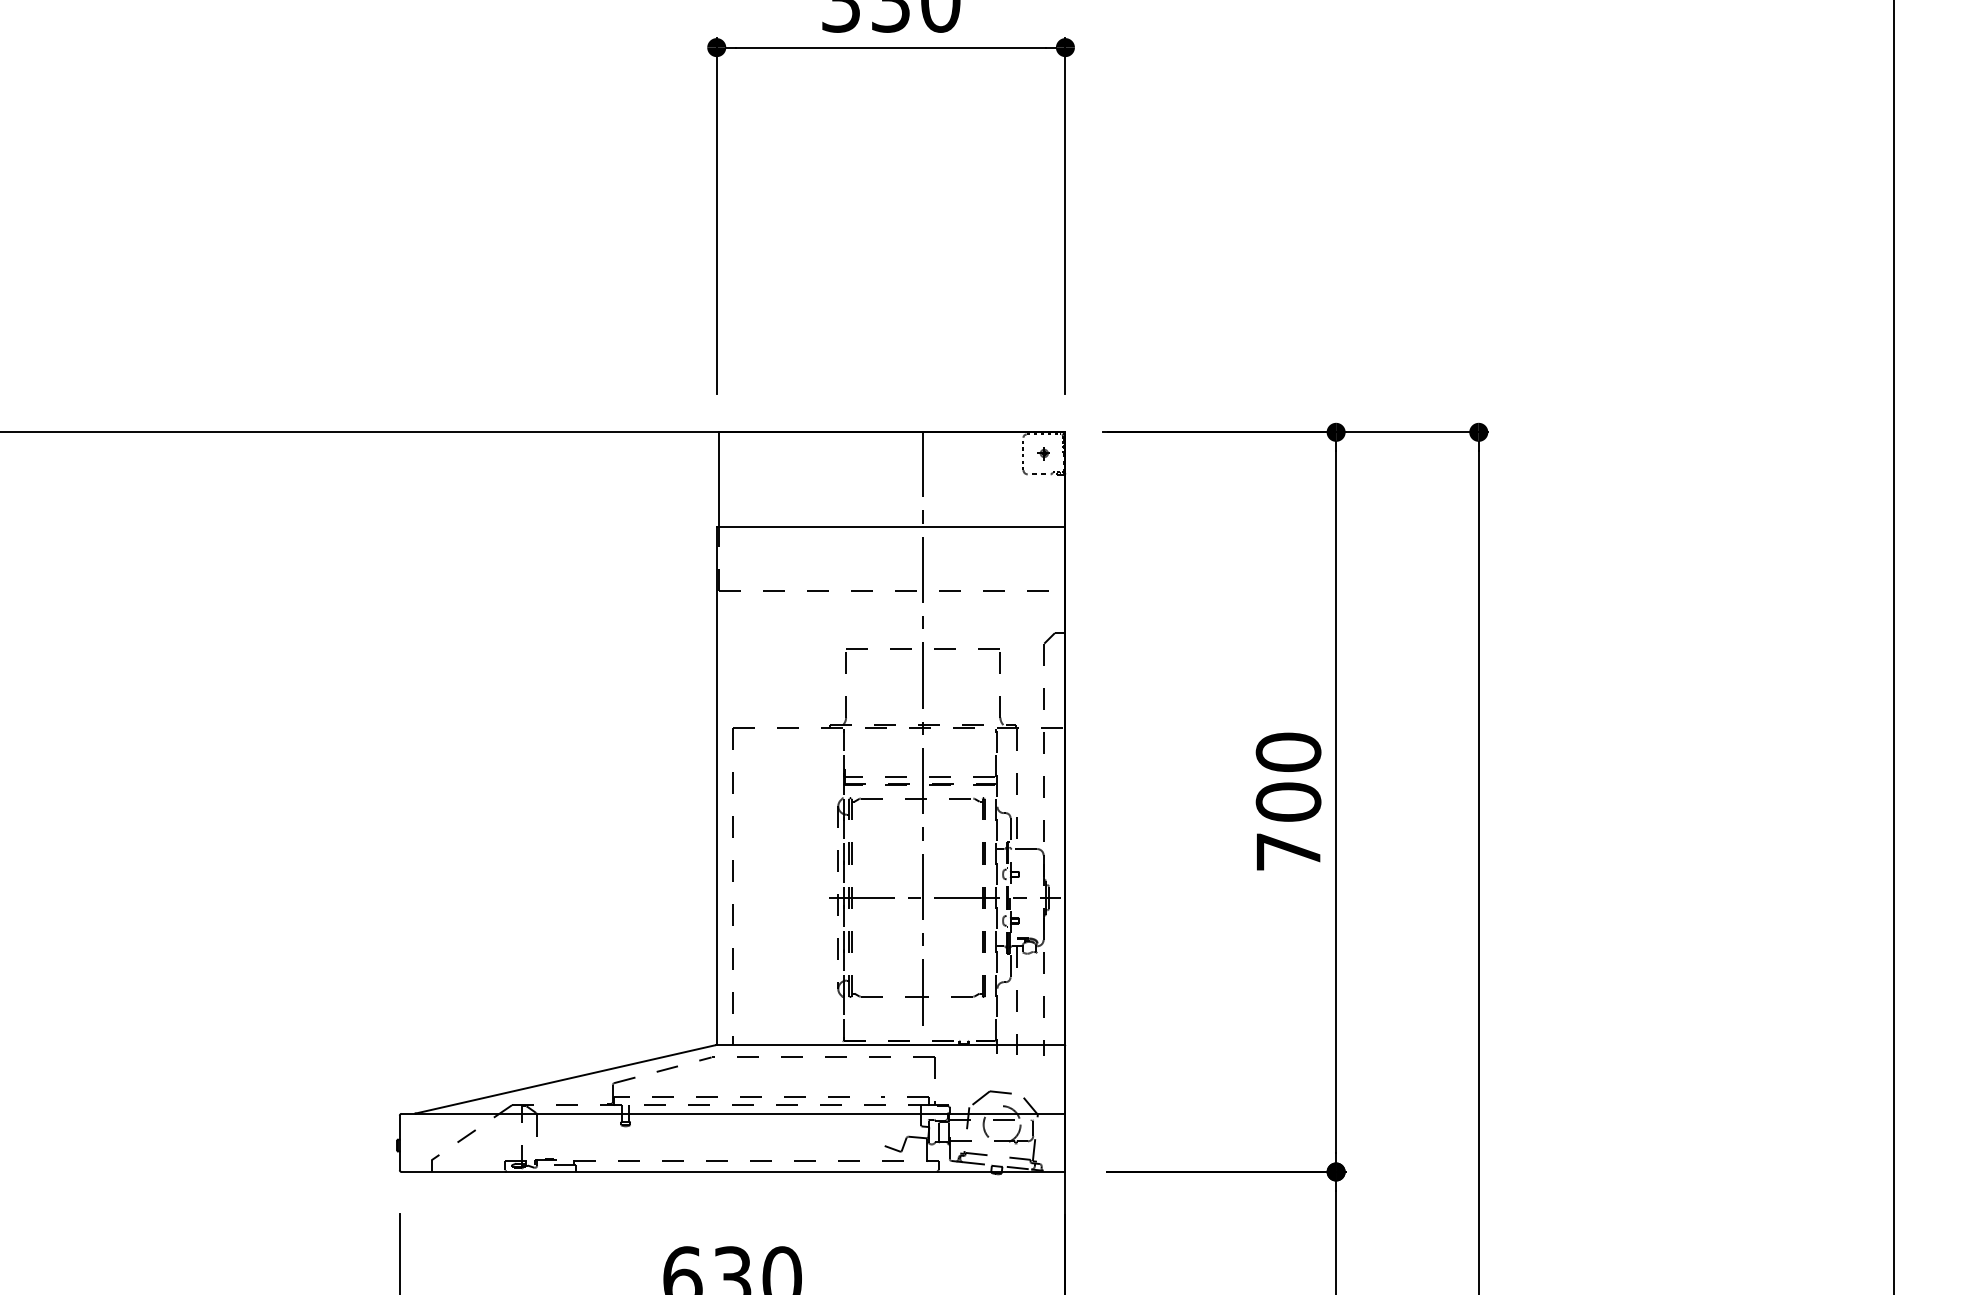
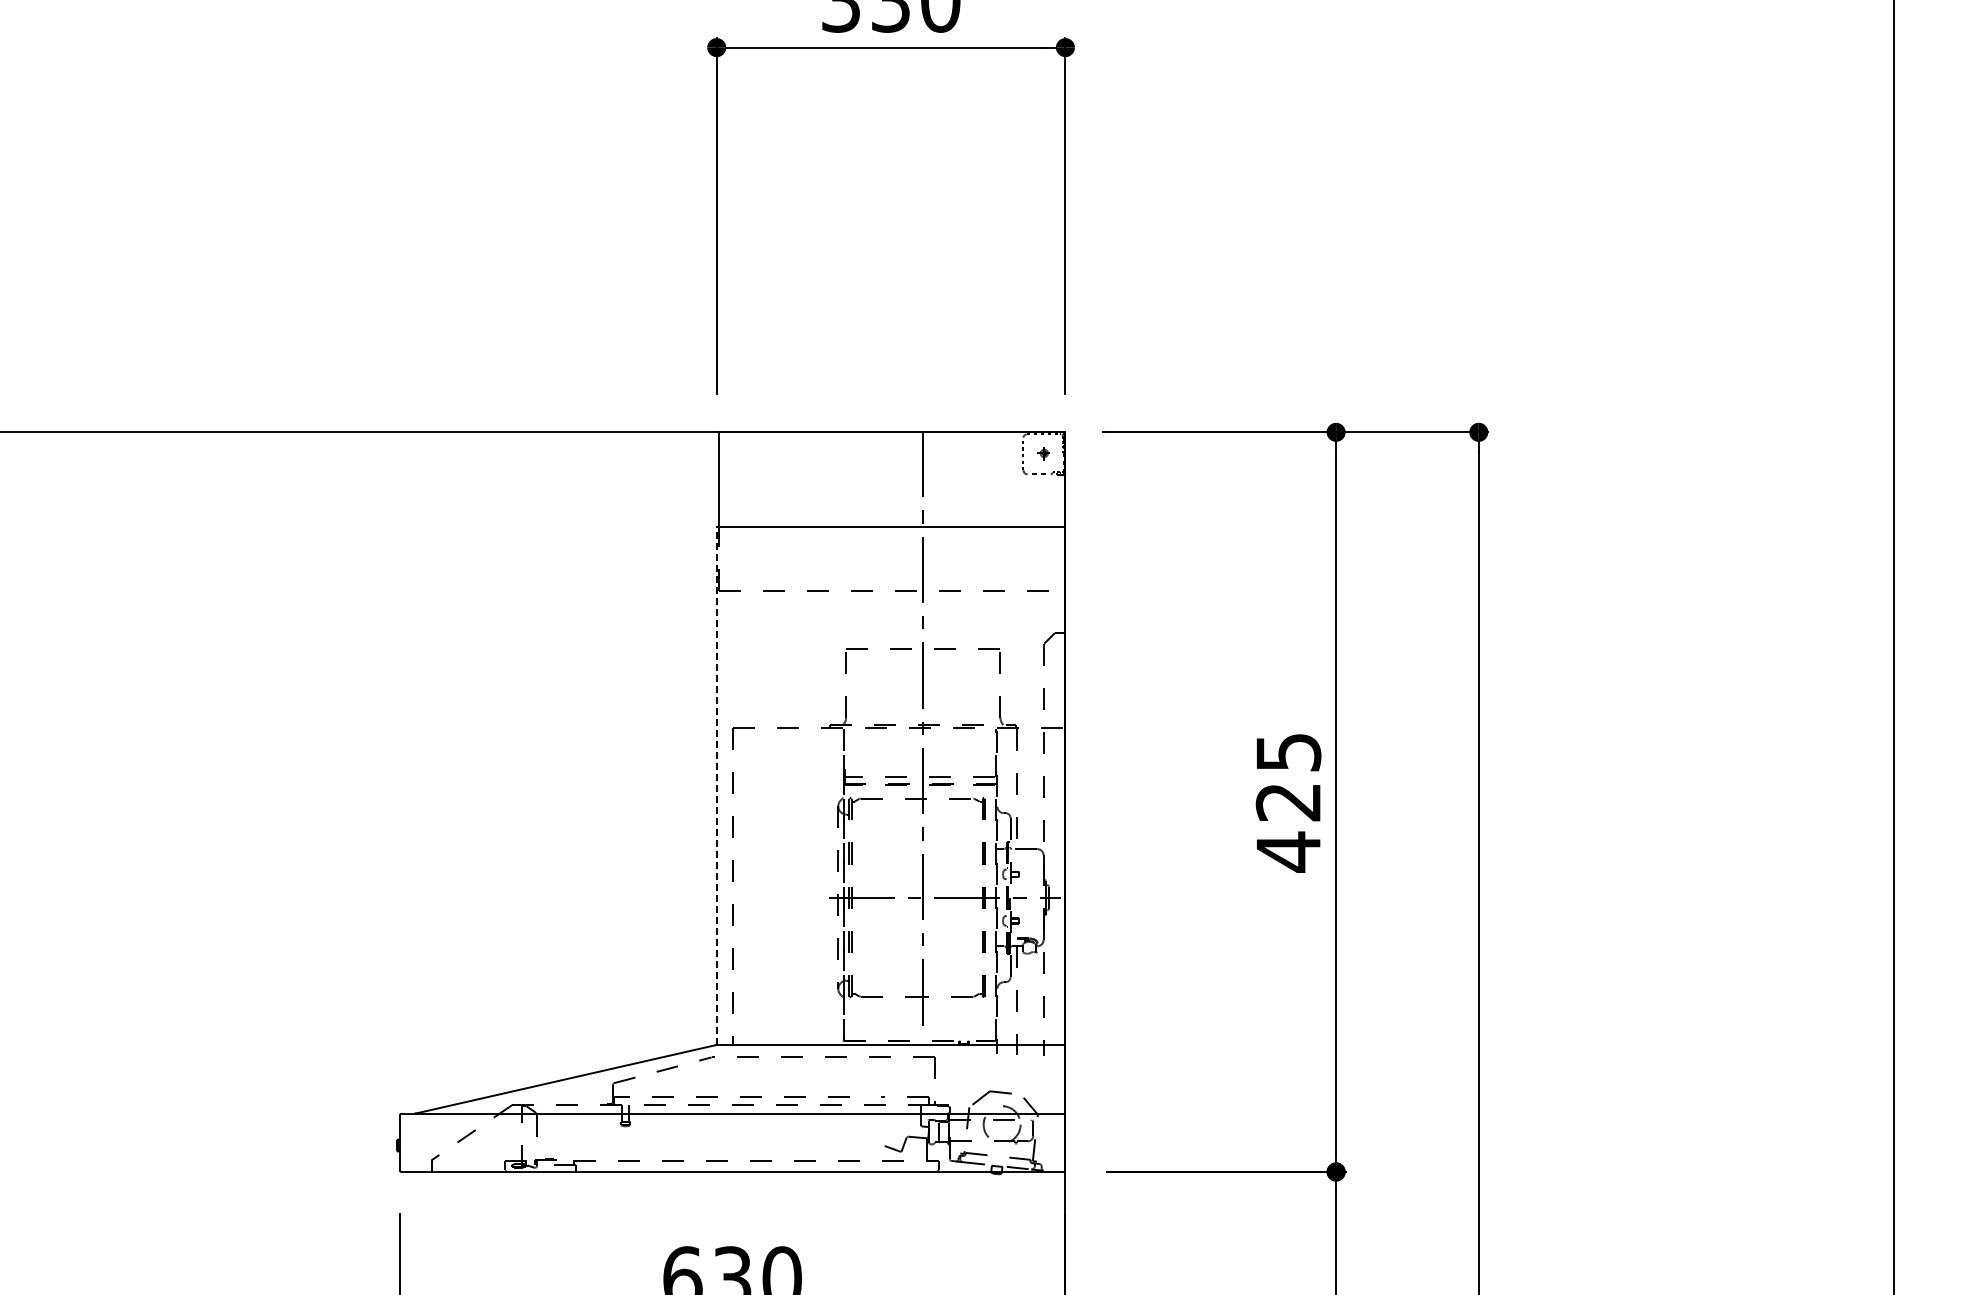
line at (716, 786): solid -> dashed
text at (1288, 802): 700 -> 425
